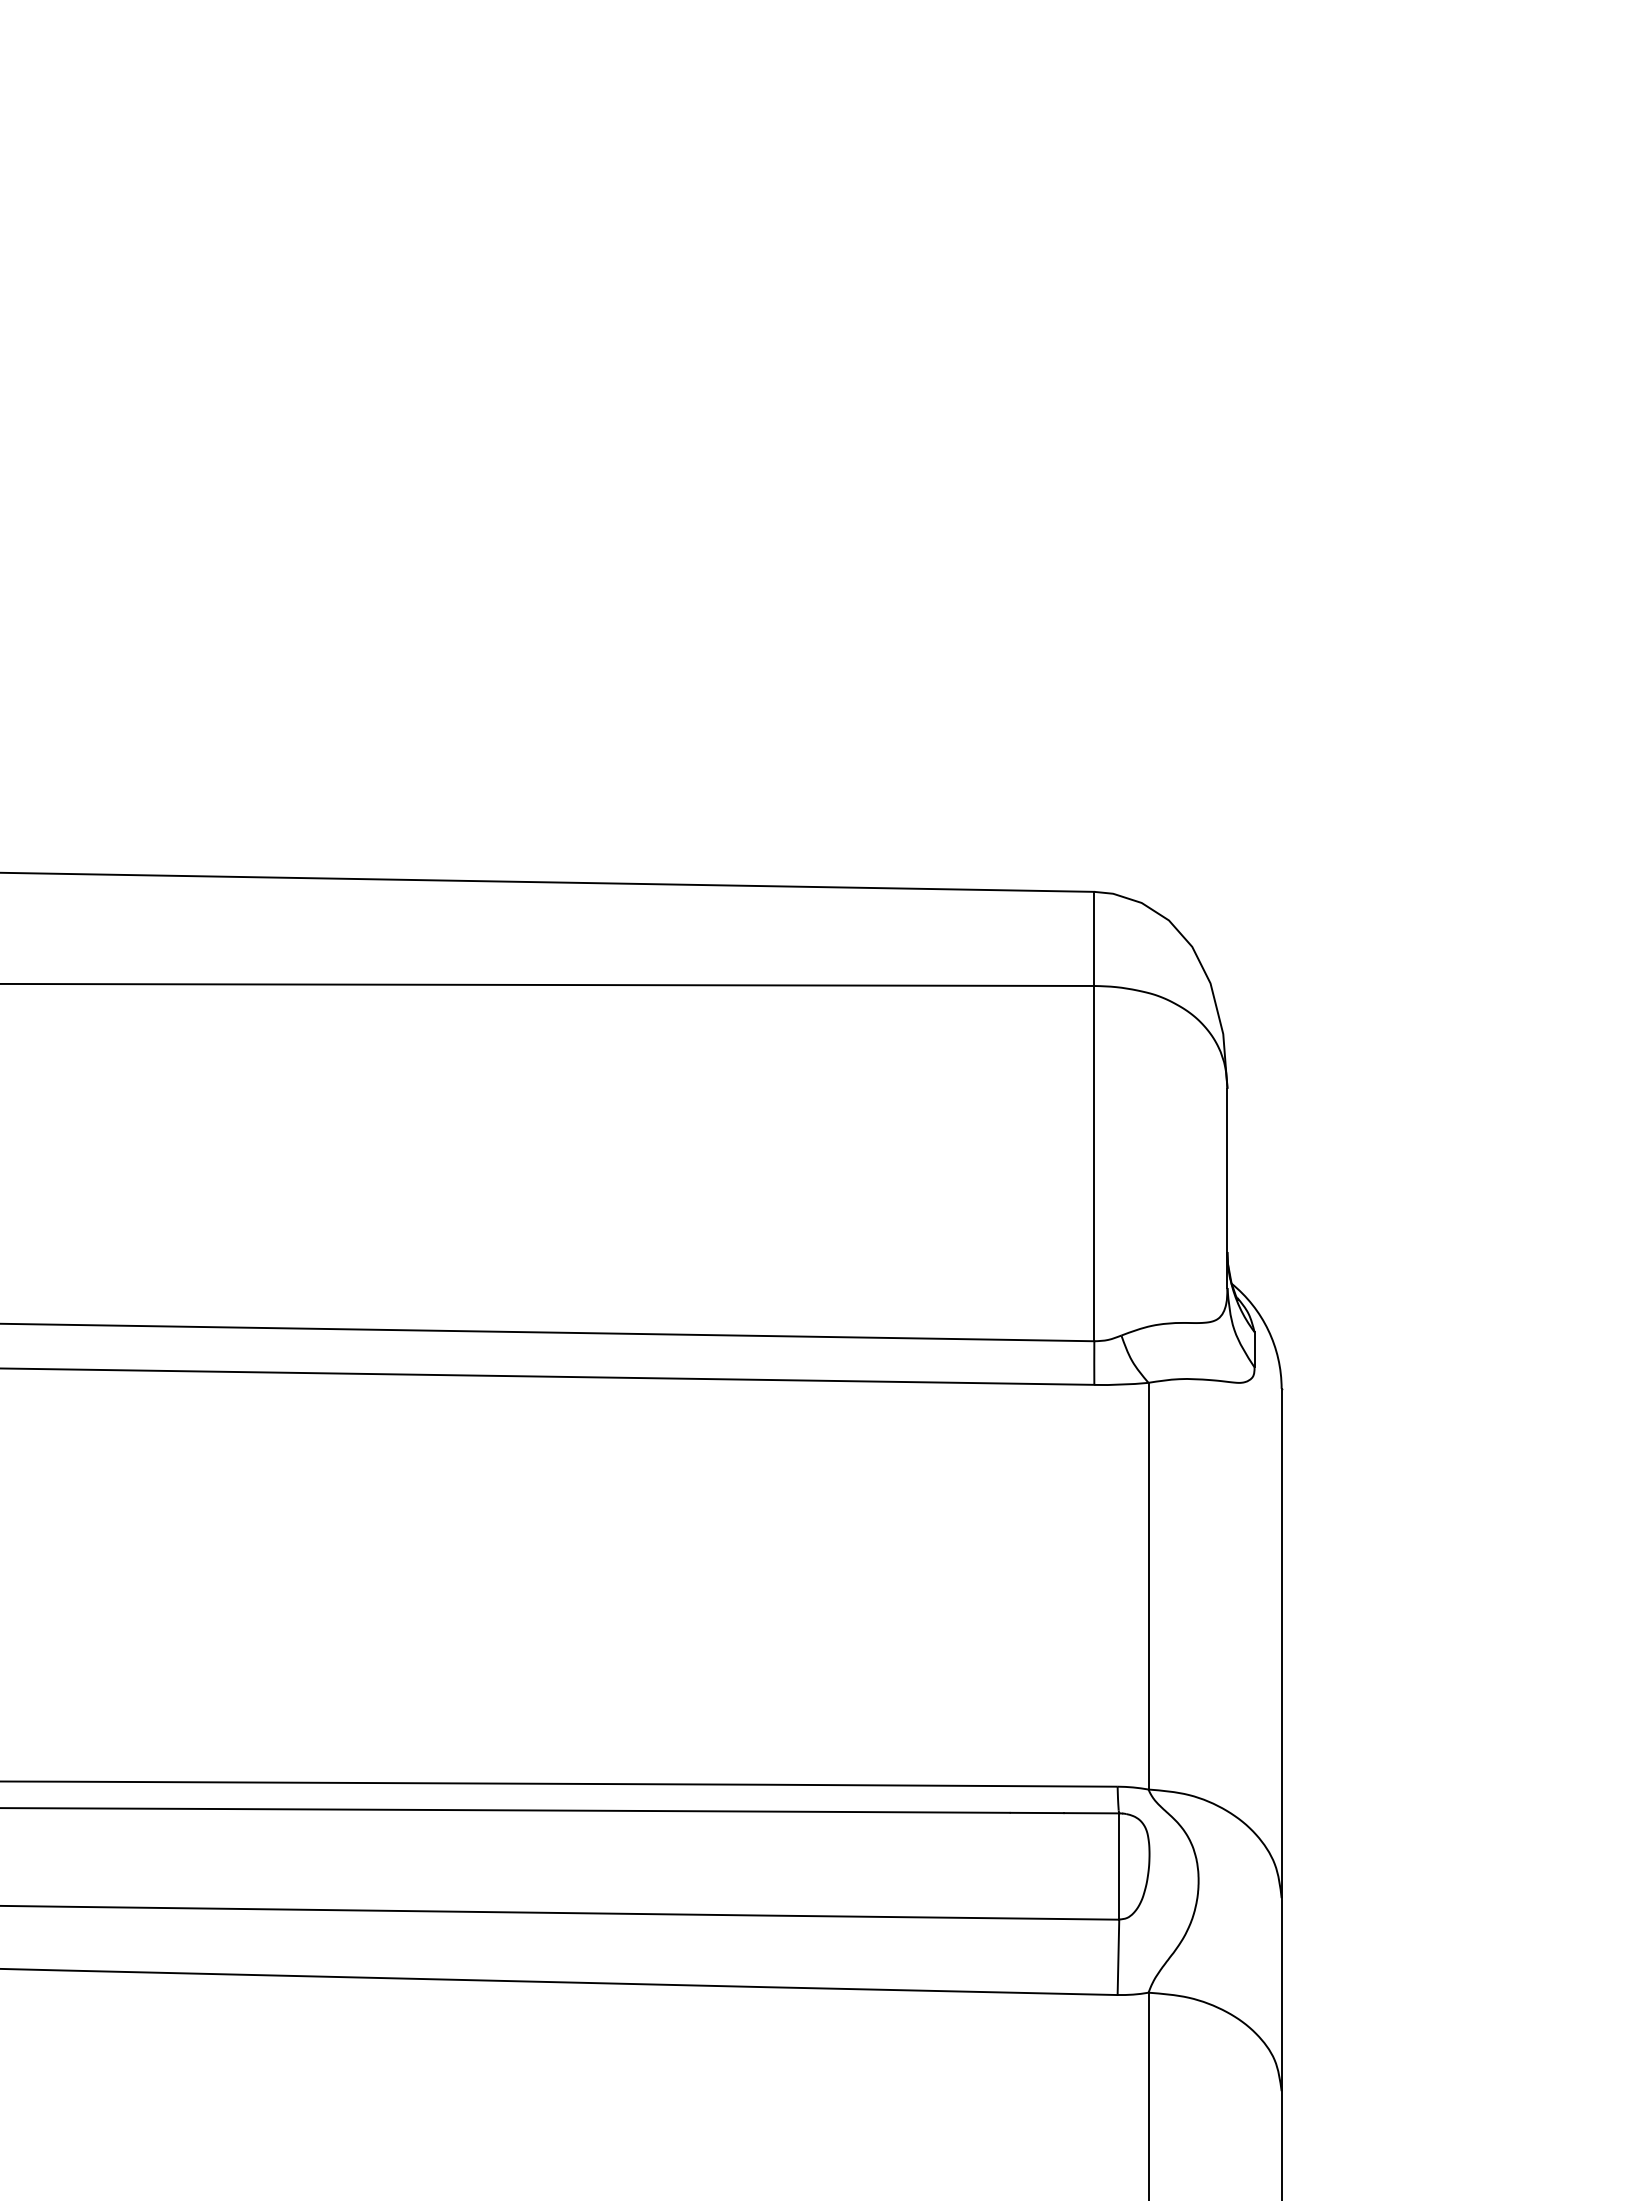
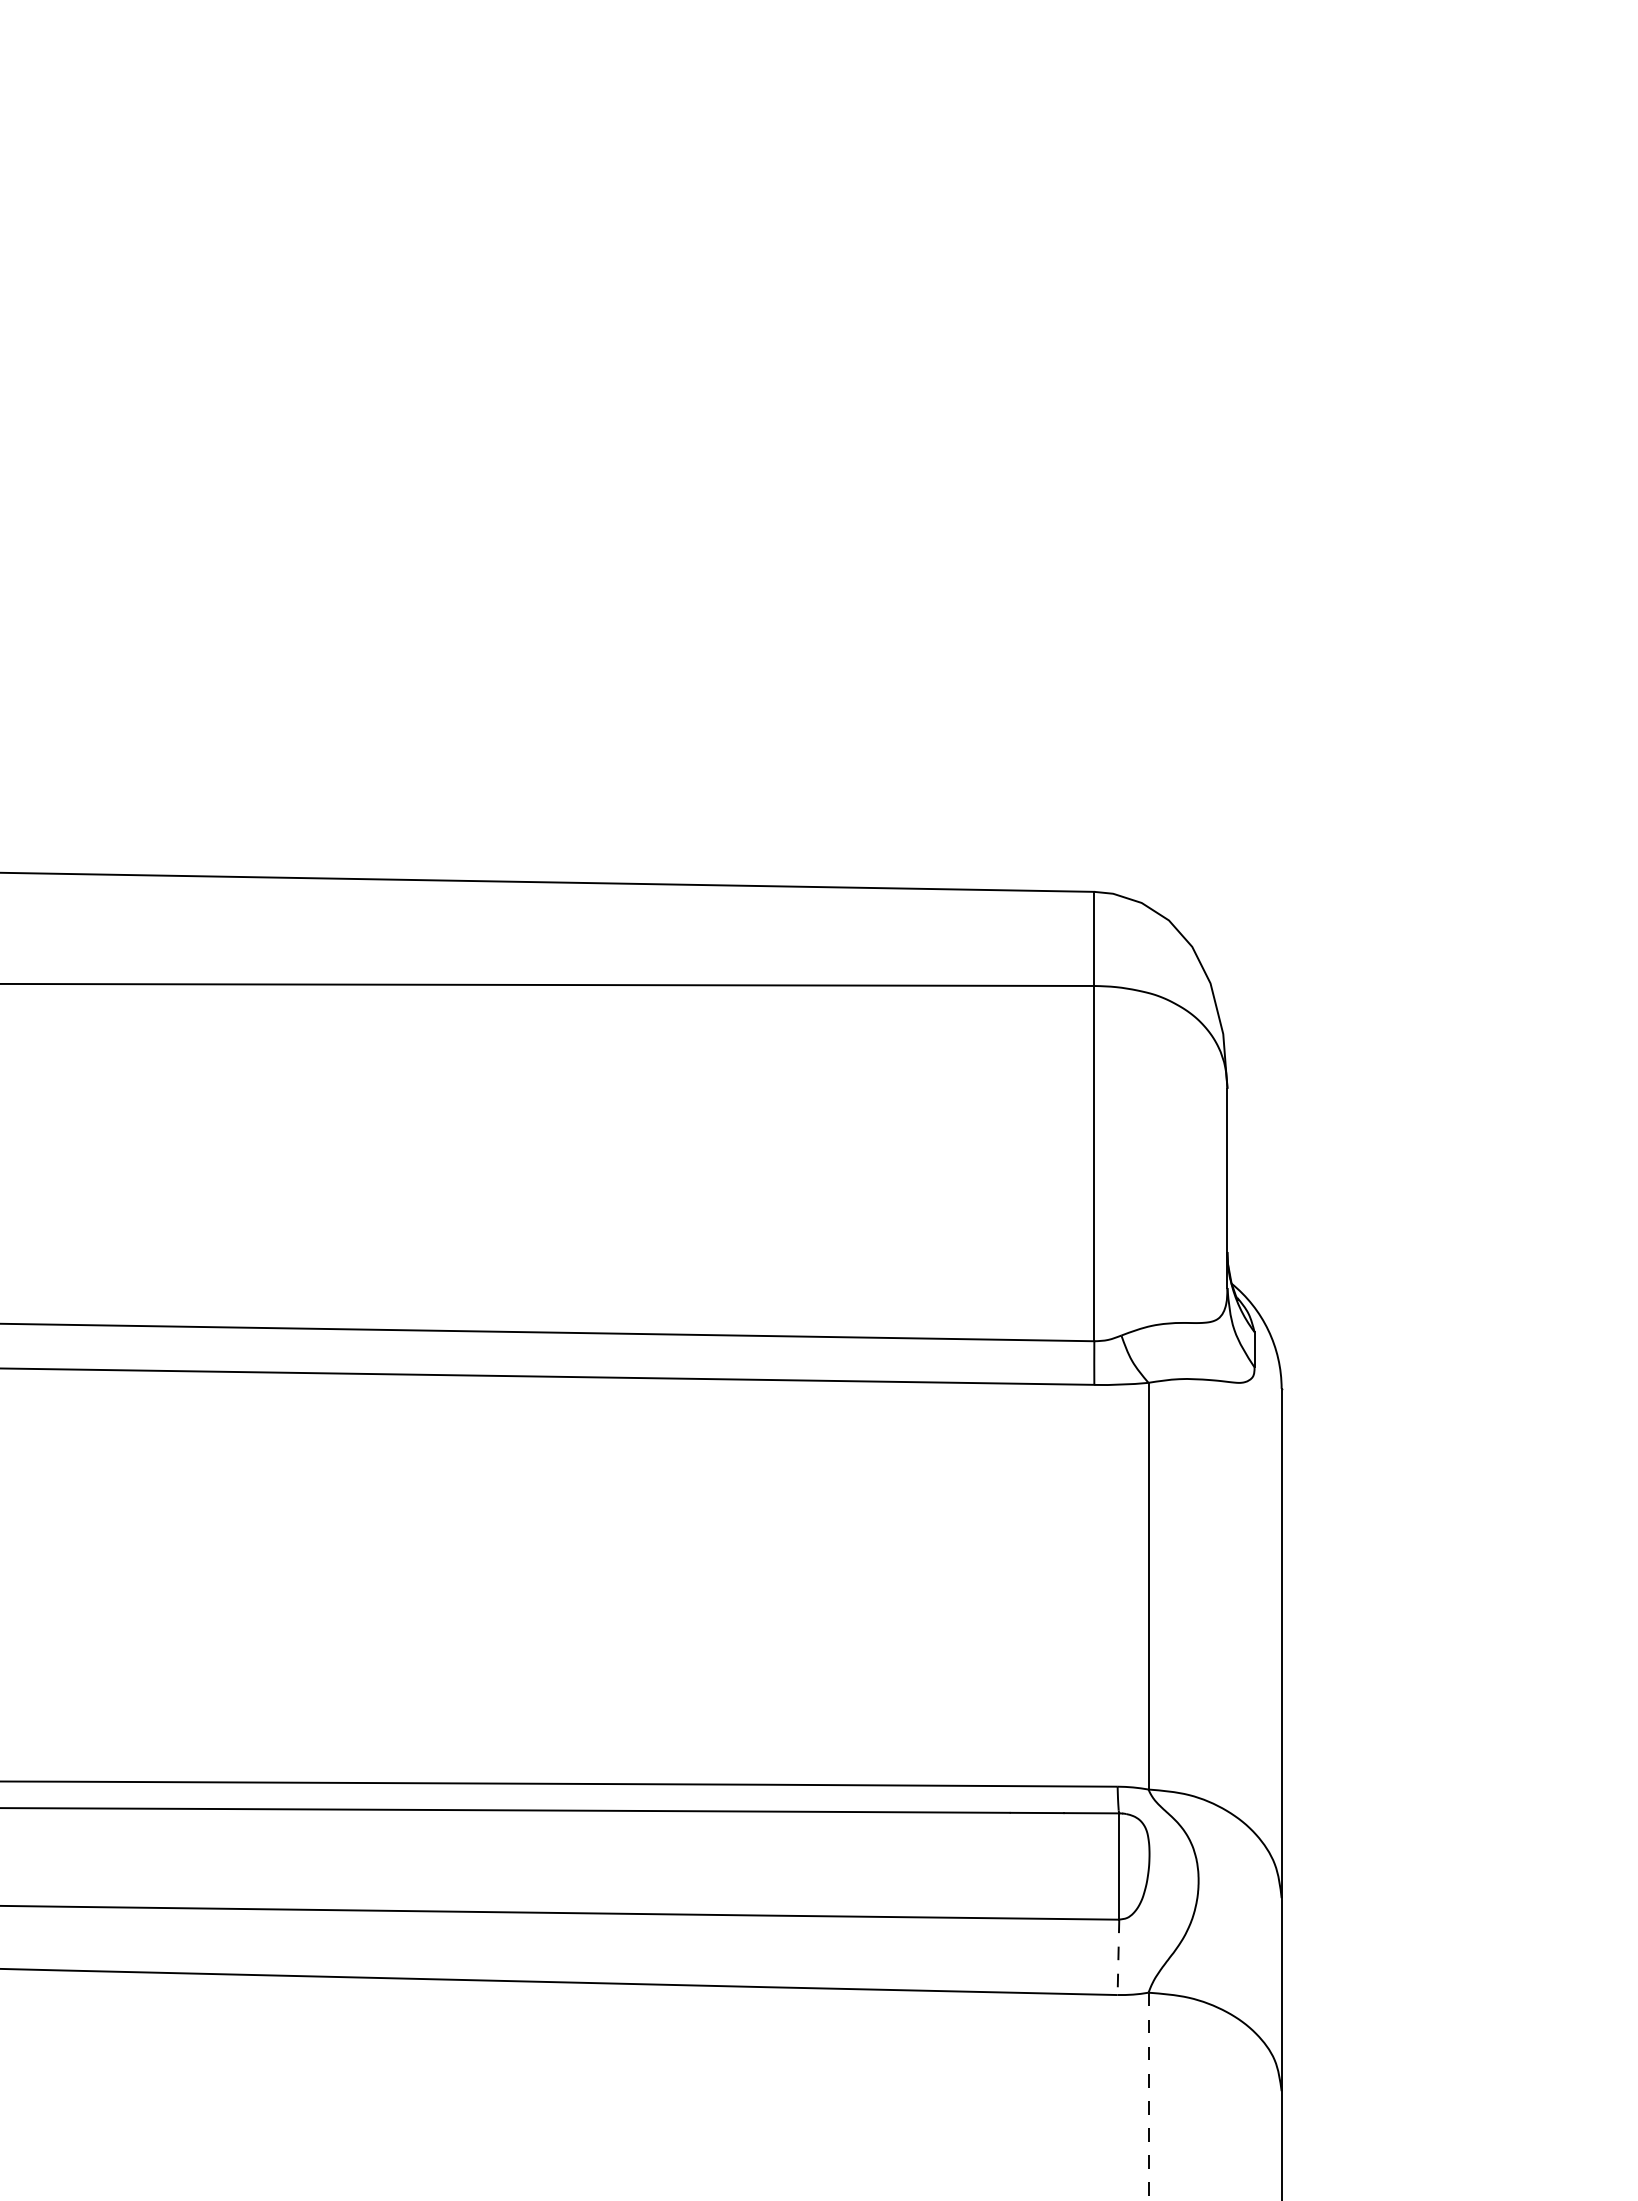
line at (1118, 1957): solid -> dashed
line at (1148, 2096): solid -> dashed
